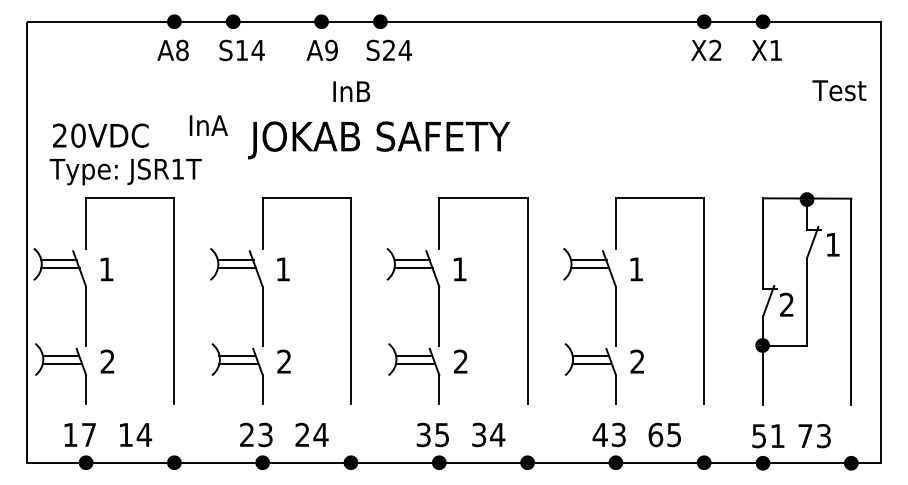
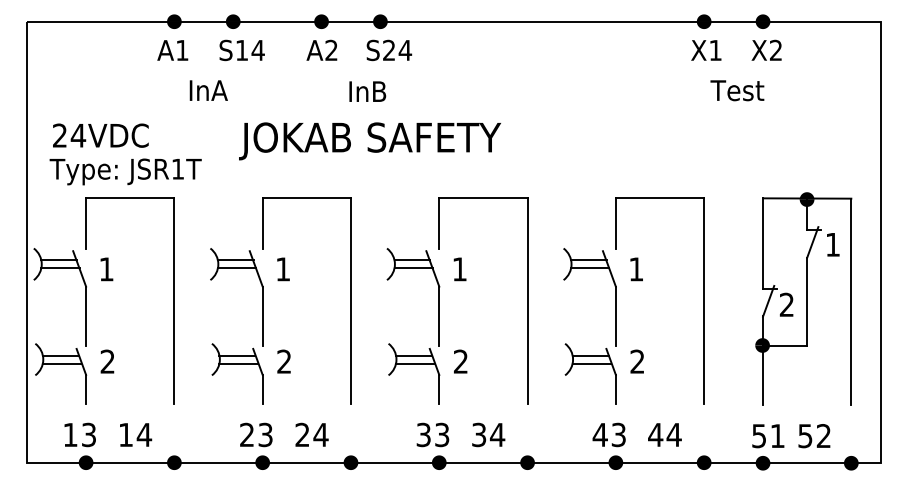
text at (715, 49): X2 -> X1
text at (775, 49): X1 -> X2
text at (182, 50): A8 -> A1
text at (331, 50): A9 -> A2
text at (839, 90) position: (839, 90) -> (737, 90)
text at (351, 91) position: (351, 91) -> (367, 91)
text at (208, 125) position: (208, 125) -> (208, 90)
text at (78, 135): 20VDC -> 24VDC
text at (378, 140) position: (378, 140) -> (369, 141)
text at (88, 434): 17 -> 13
text at (442, 434): 35 -> 33
text at (664, 434): 65 -> 44
text at (814, 436): 73 -> 52
